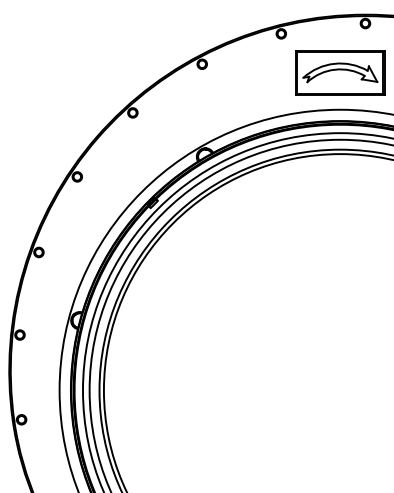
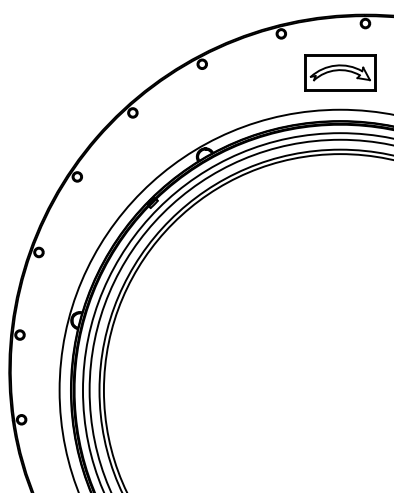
part at (340, 72) size: 91x46 px -> 73x38 px
